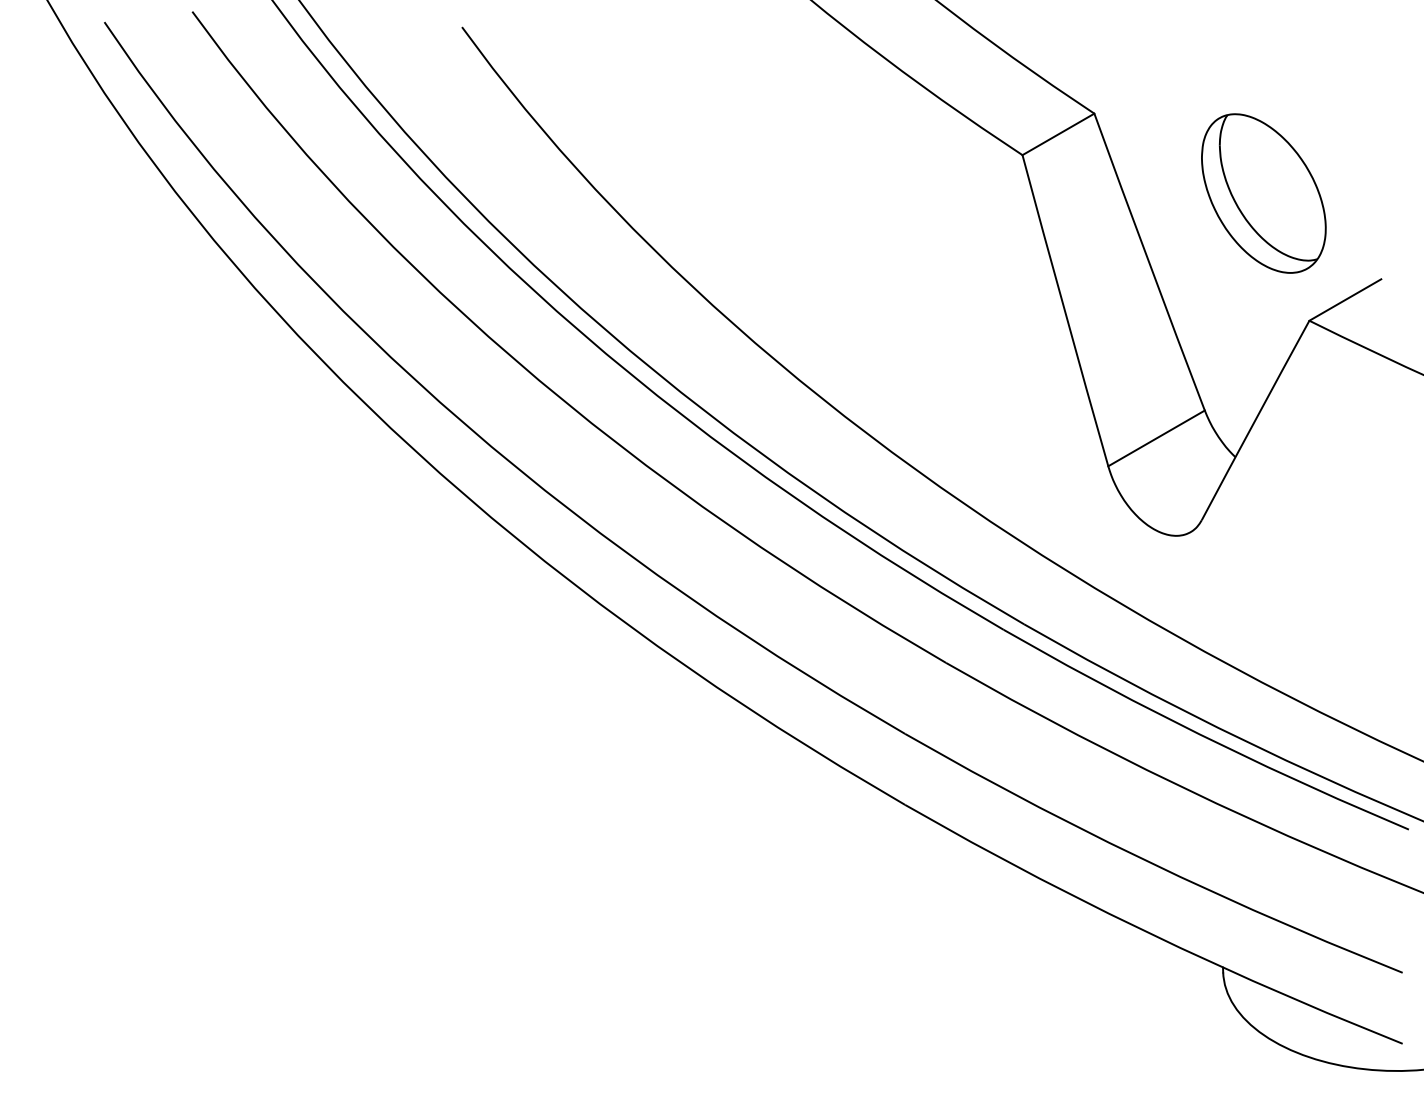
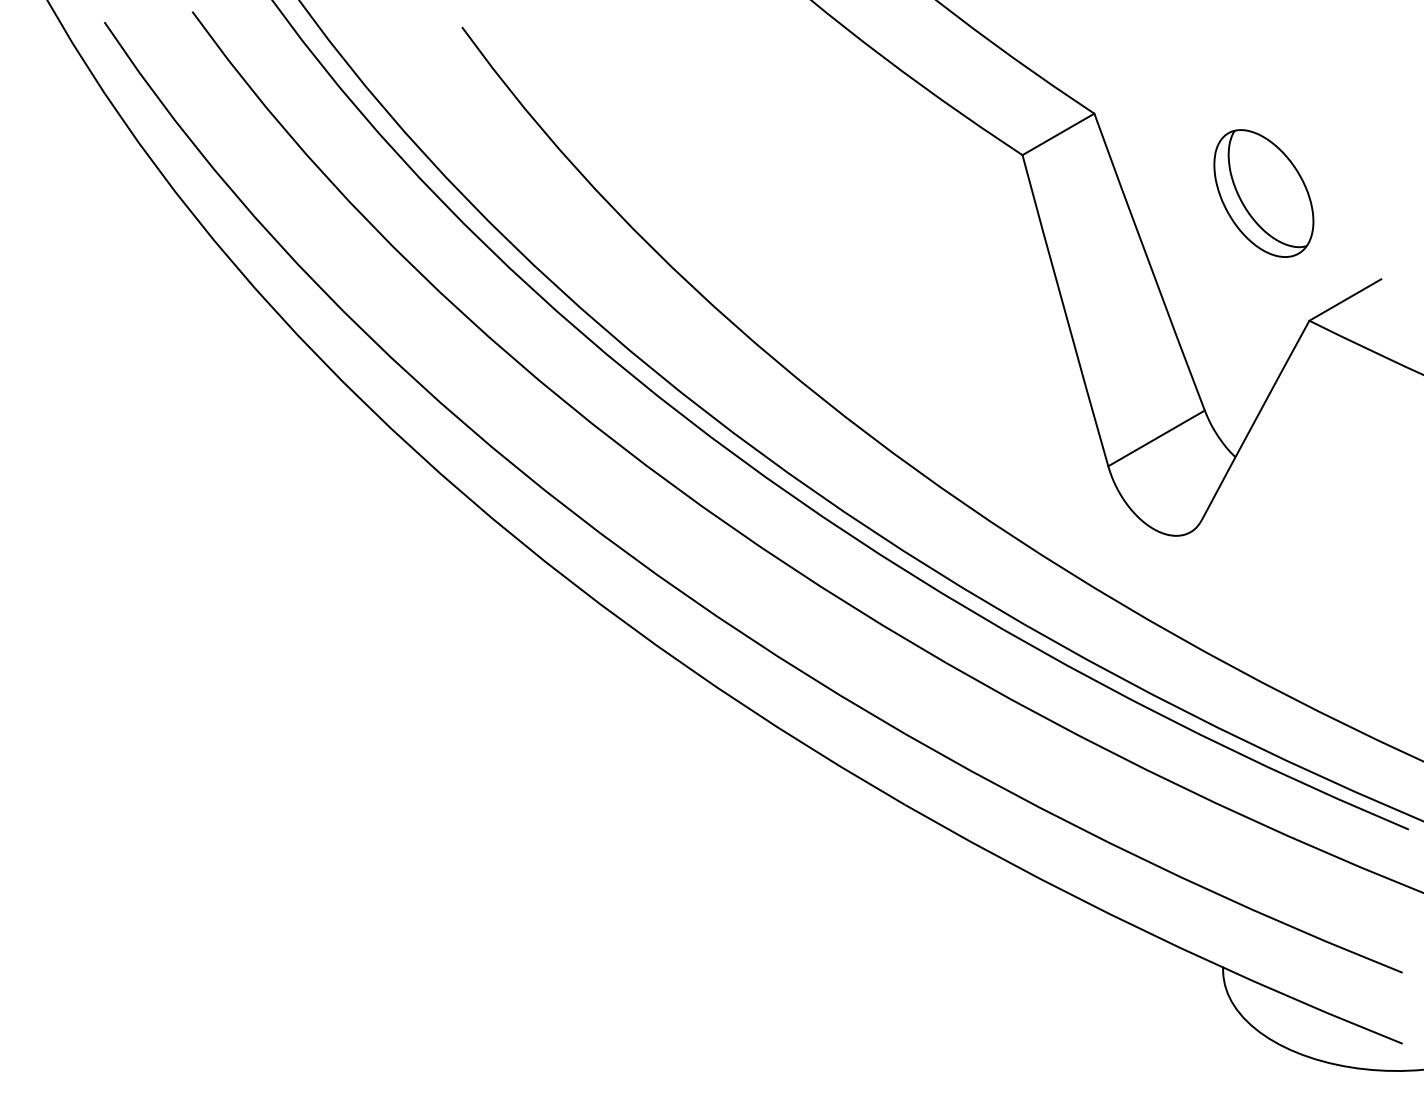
part at (1263, 193) size: 126x161 px -> 102x129 px
